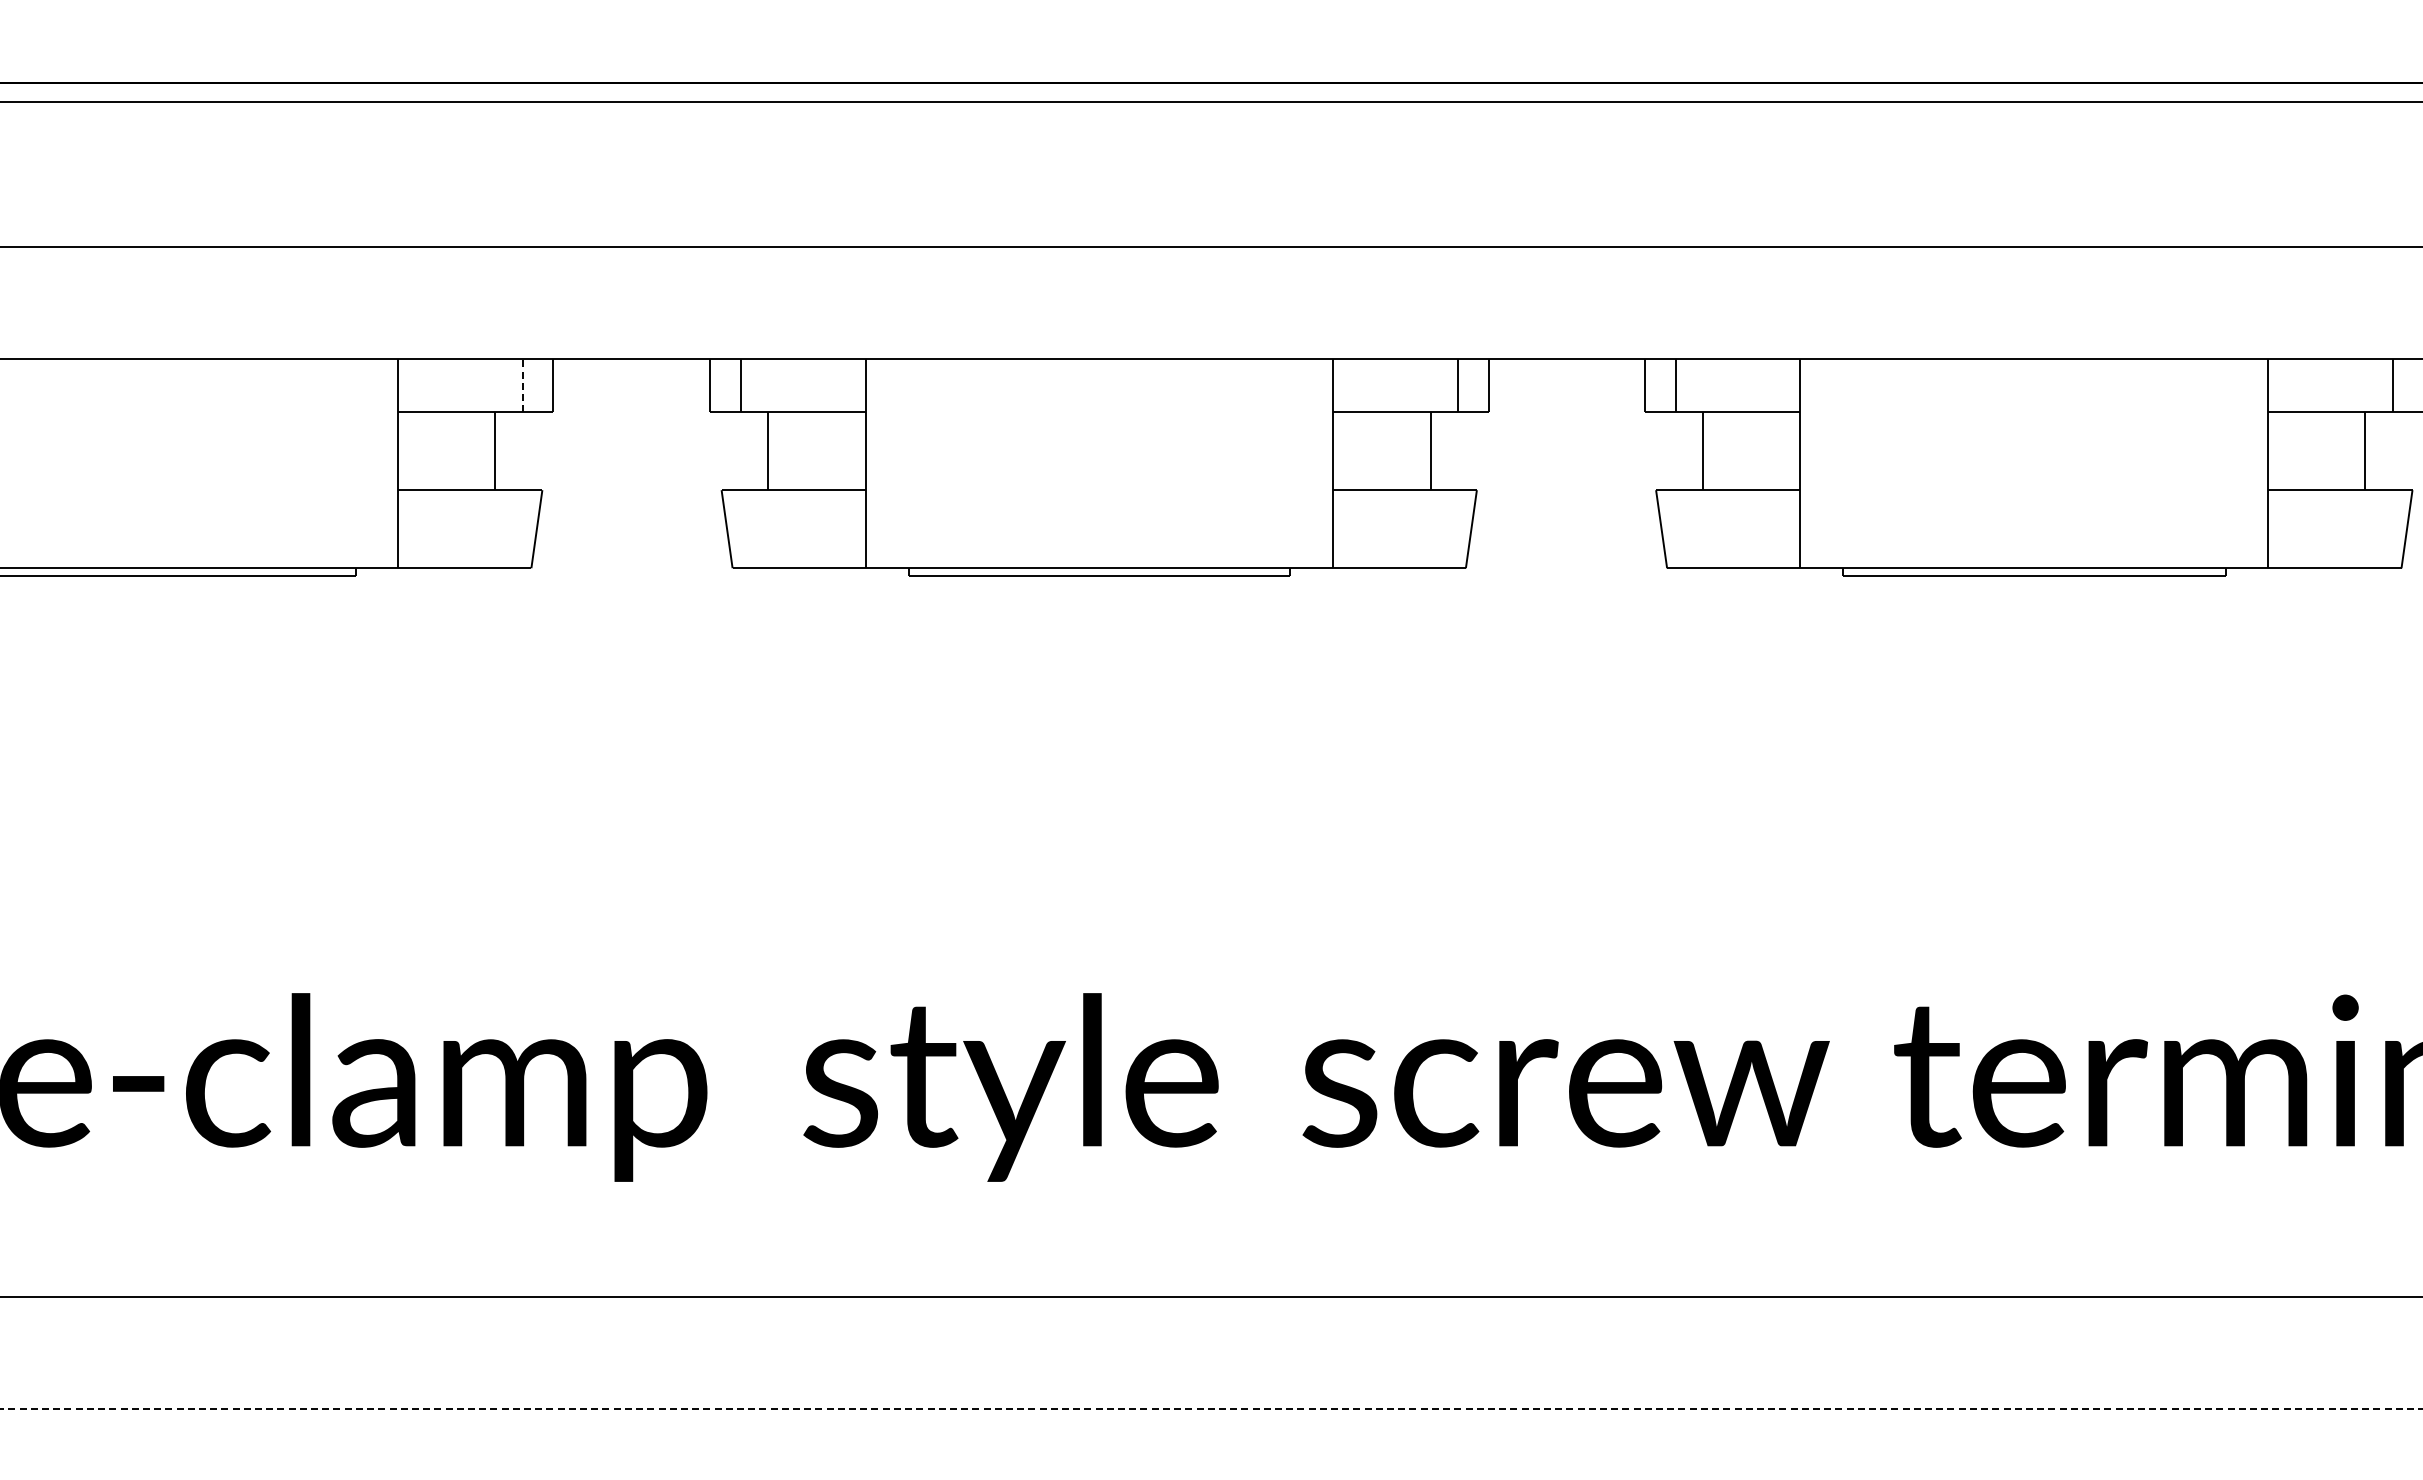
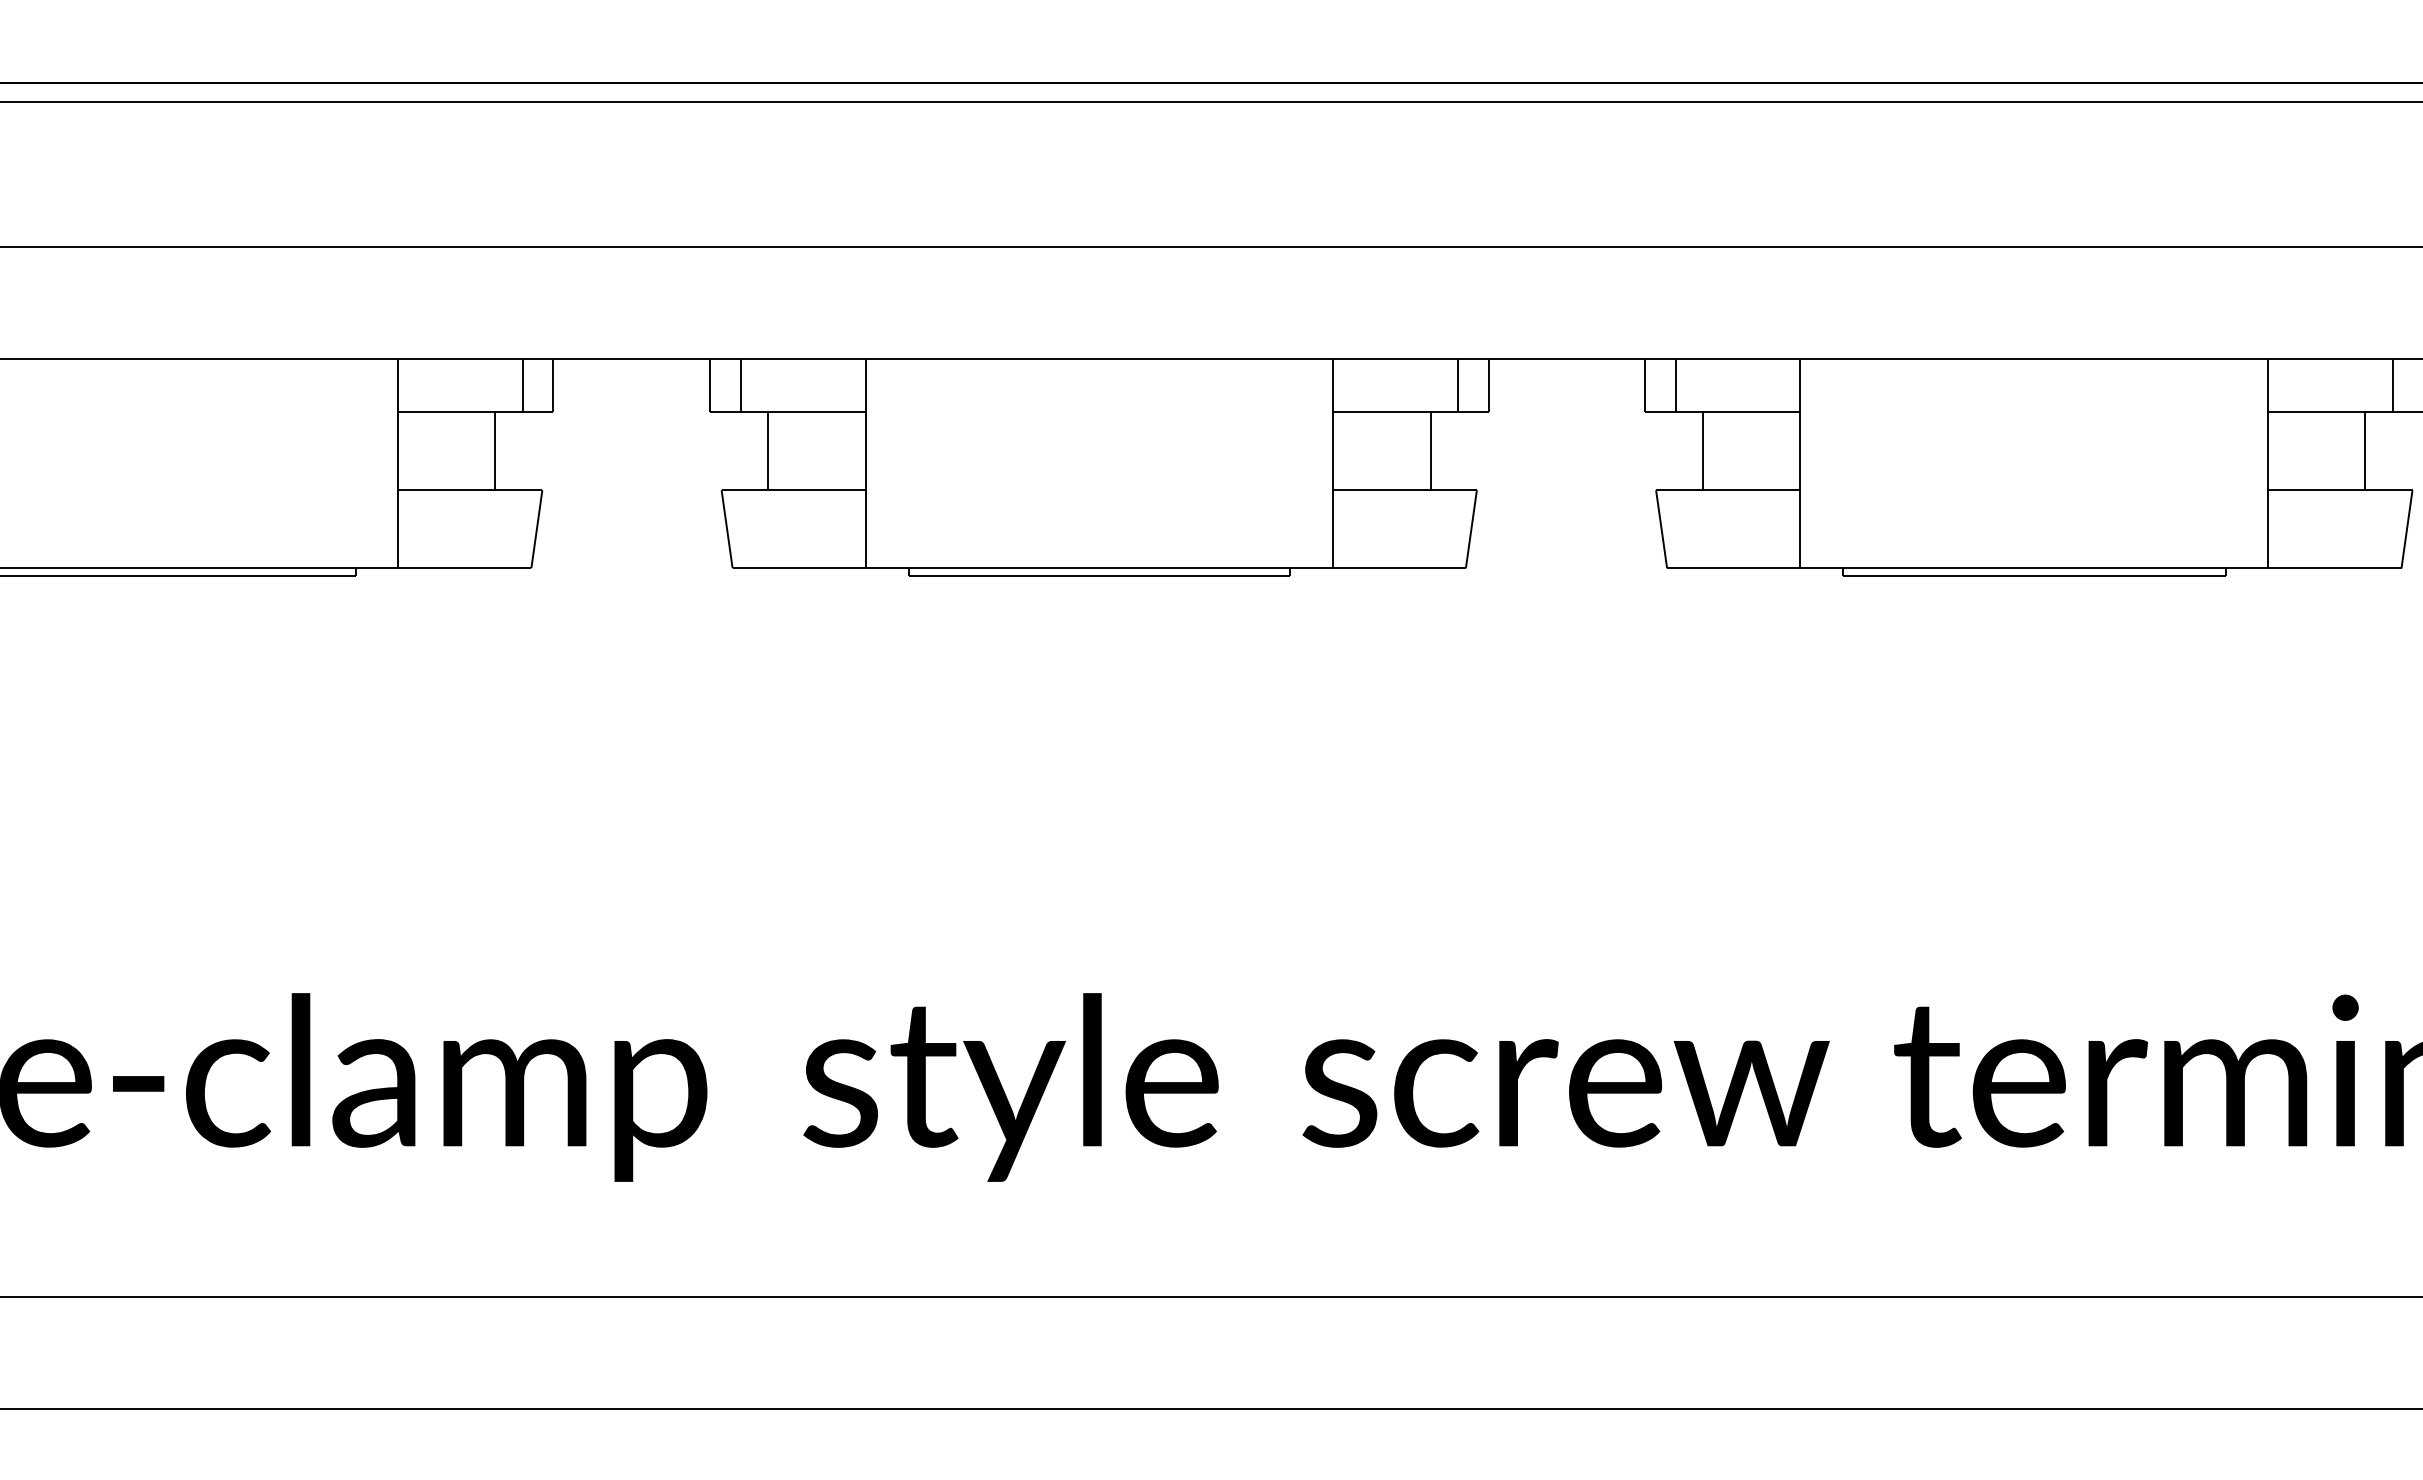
line at (522, 385): dashed -> solid
line at (1210, 1409): dashed -> solid
